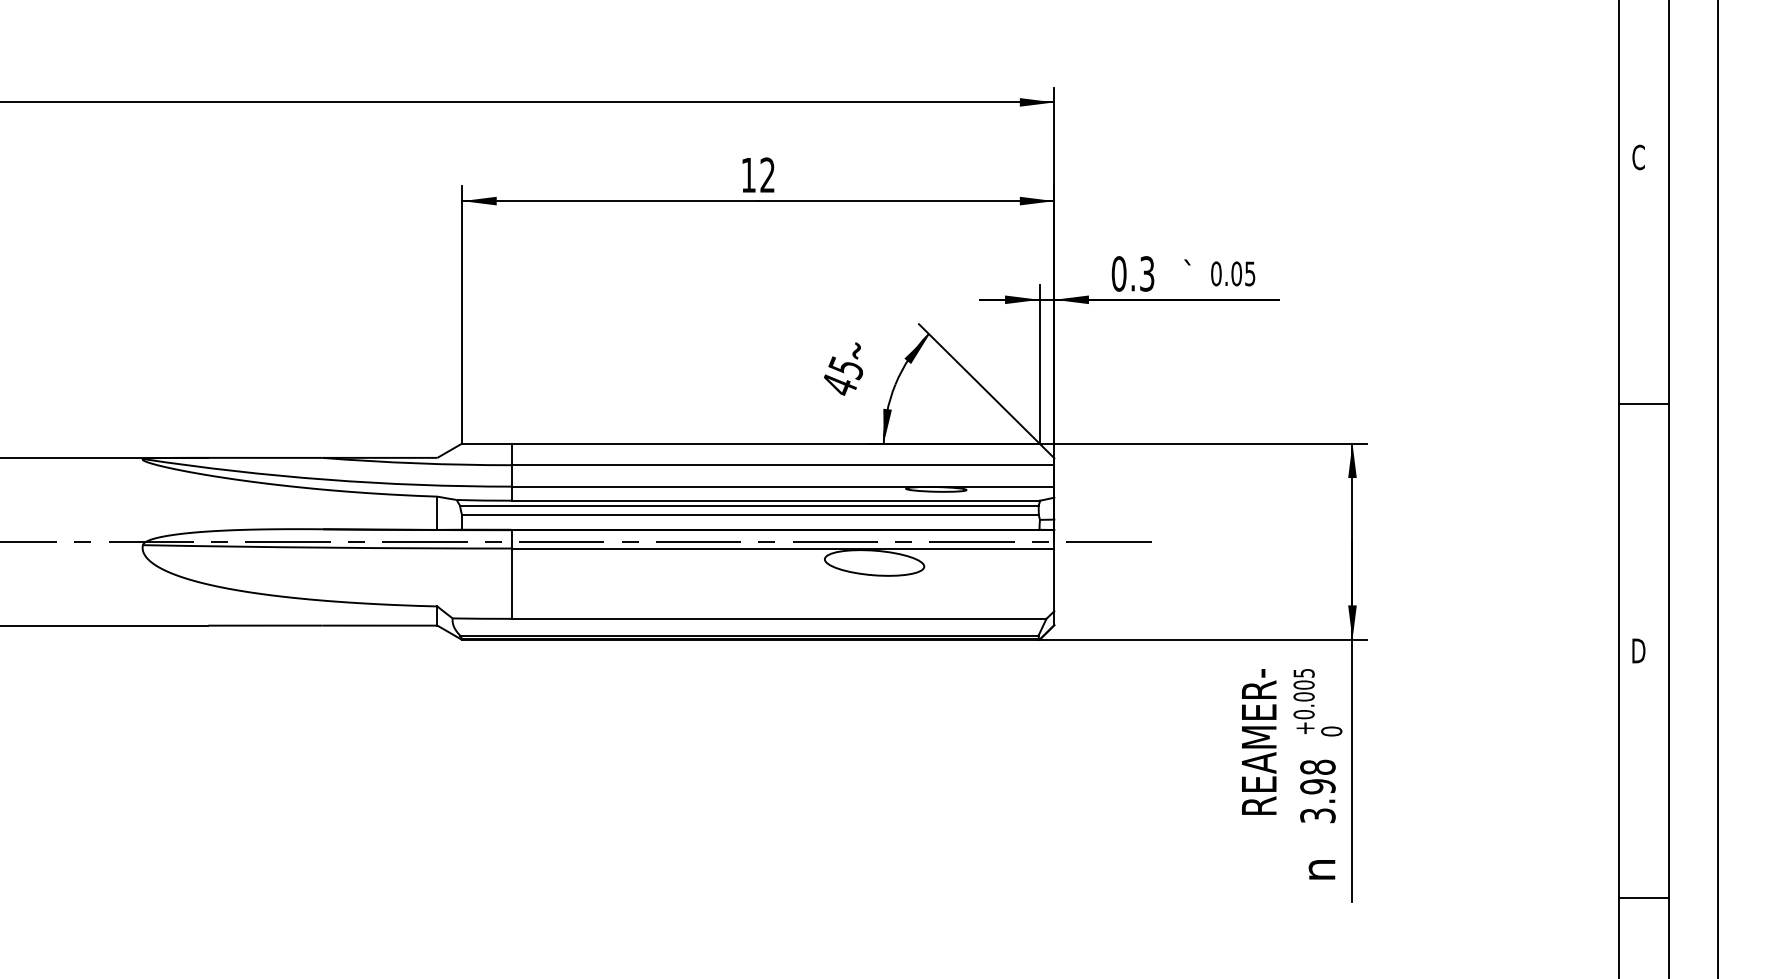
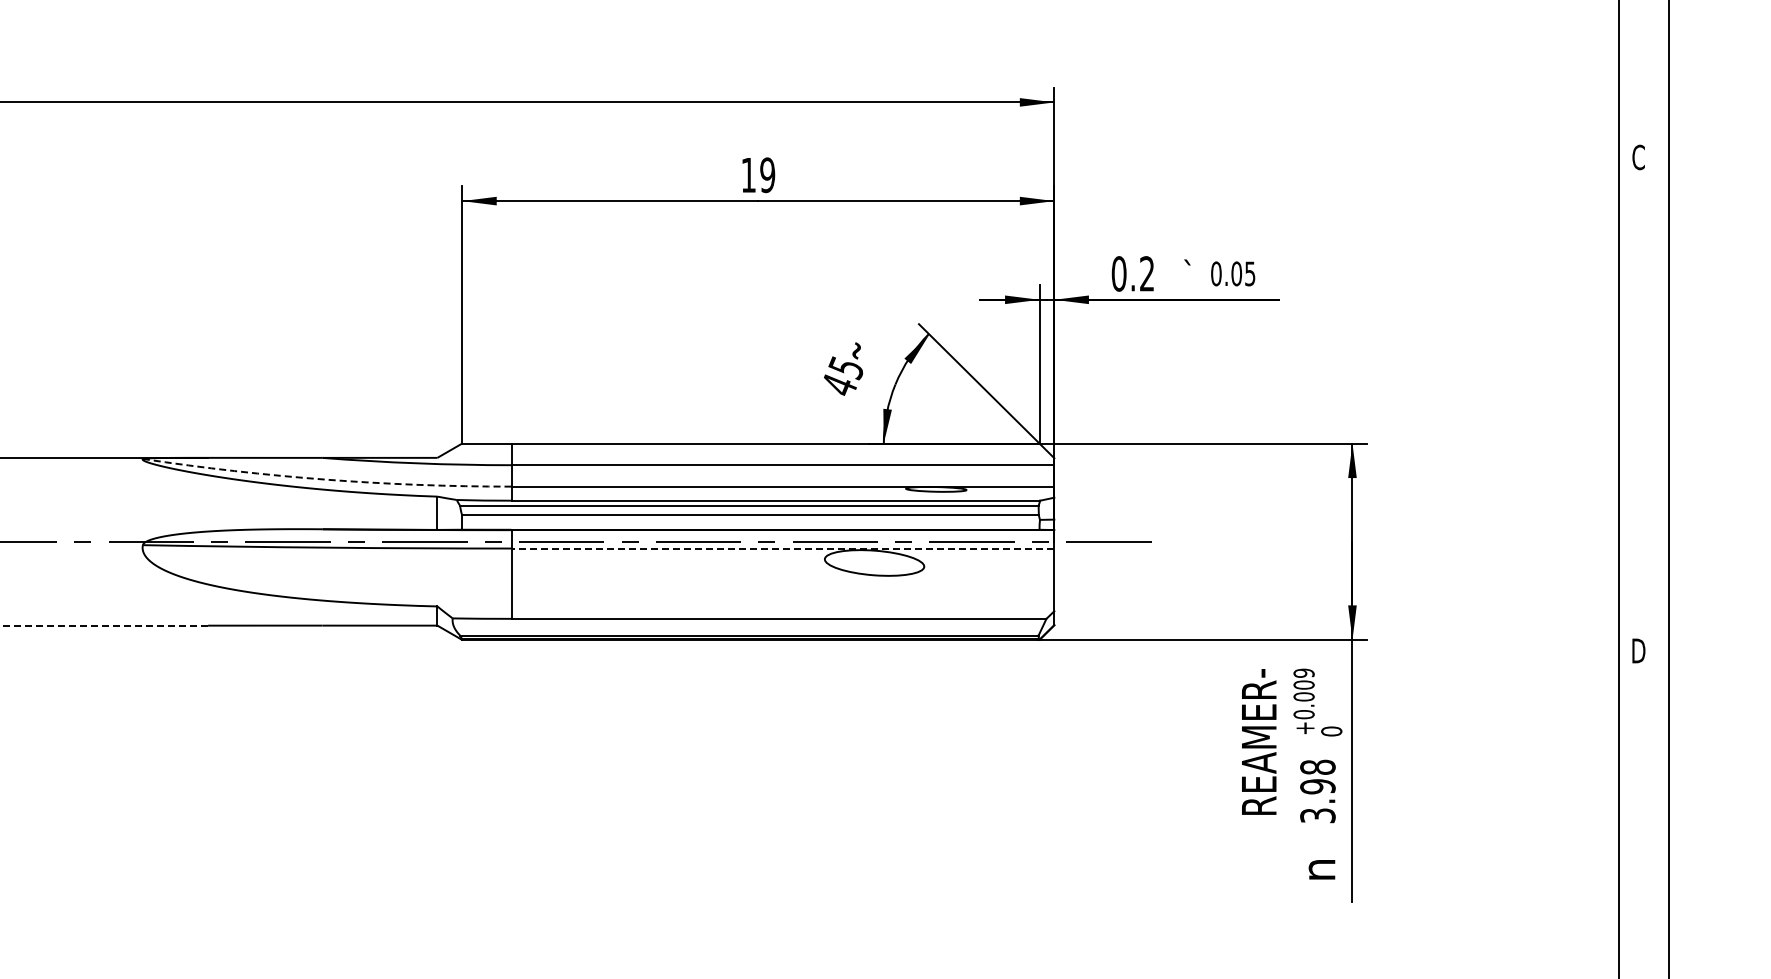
text at (767, 175): 12 -> 19
text at (1147, 273): 0.3 -> 0.2
line at (1643, 404): present -> none
arc at (326, 479): solid -> dashed
line at (1717, 488): present -> none
line at (782, 548): solid -> dashed
line at (104, 625): solid -> dashed
text at (1303, 672): +0.005 -> +0.009
line at (1643, 897): present -> none
